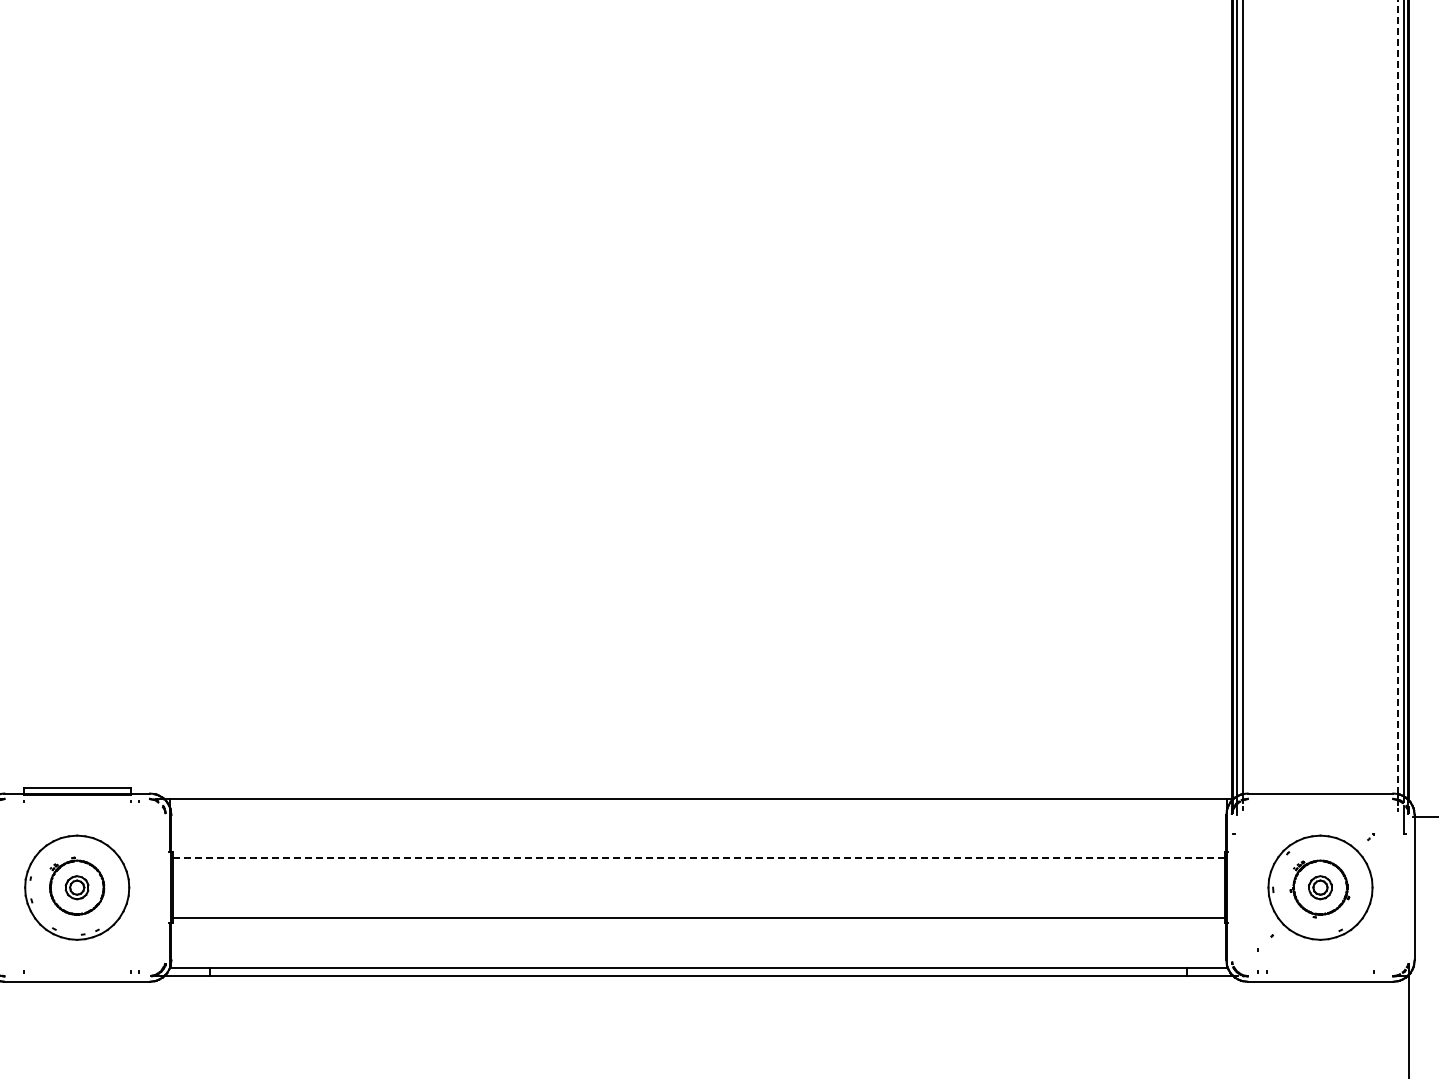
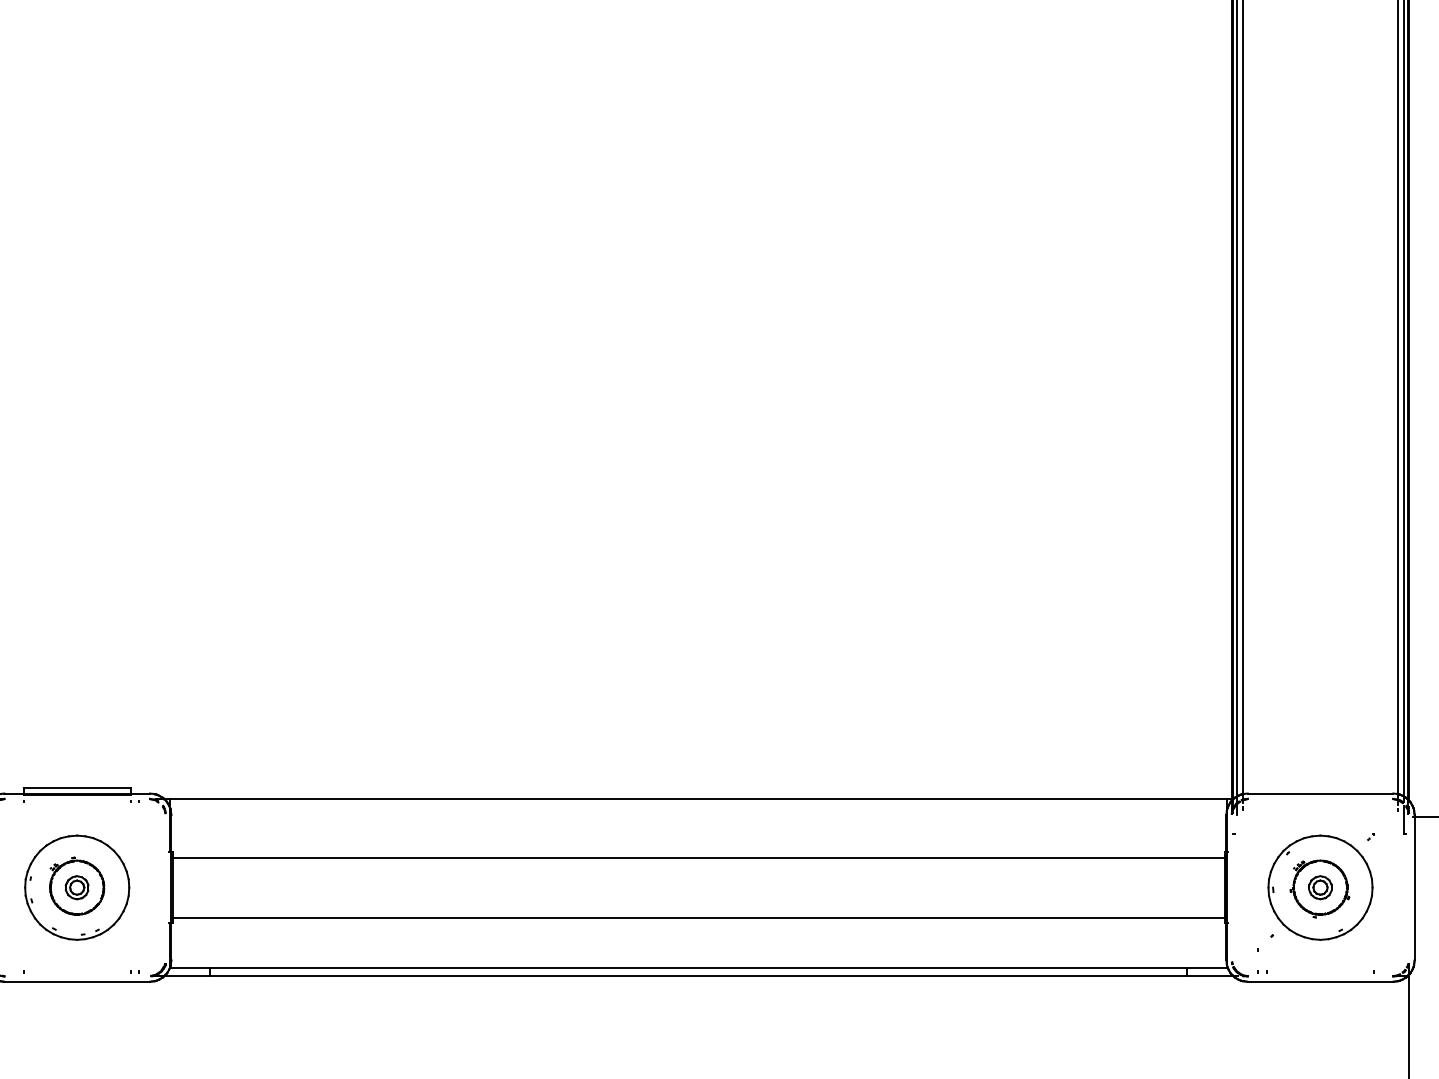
line at (1398, 397): dashed -> solid
line at (698, 858): dashed -> solid
